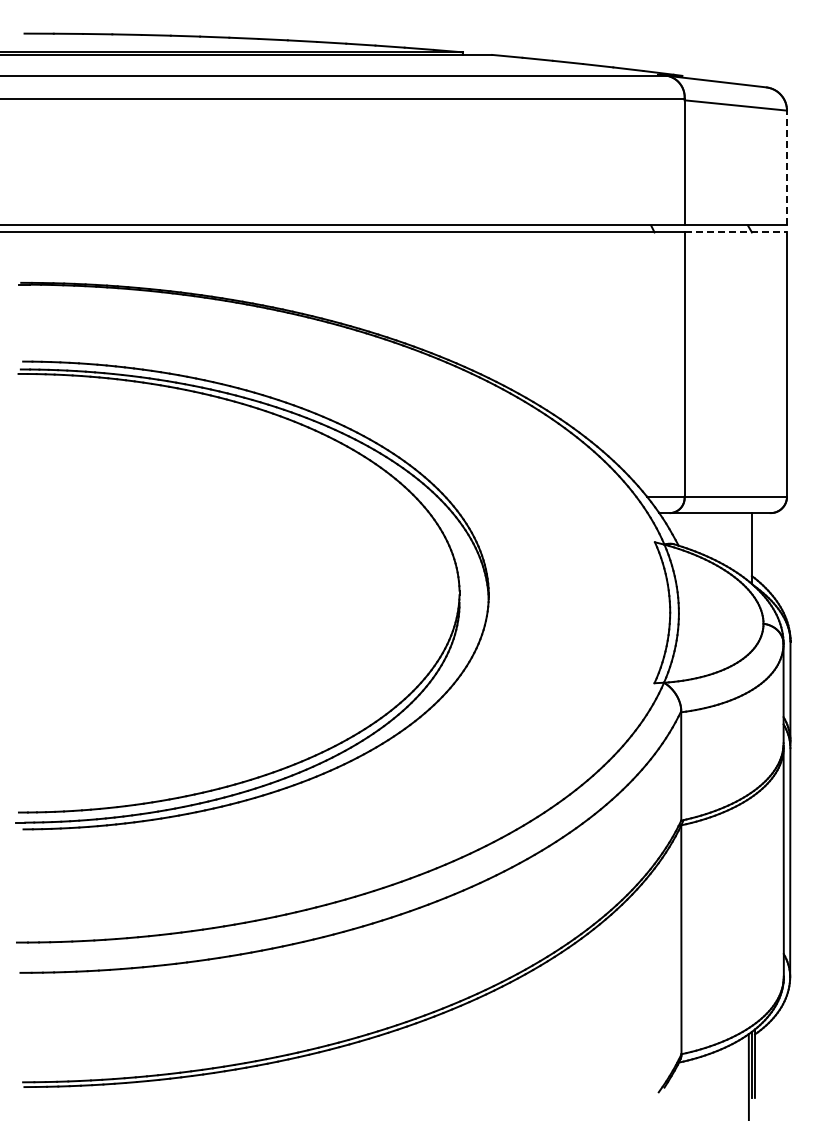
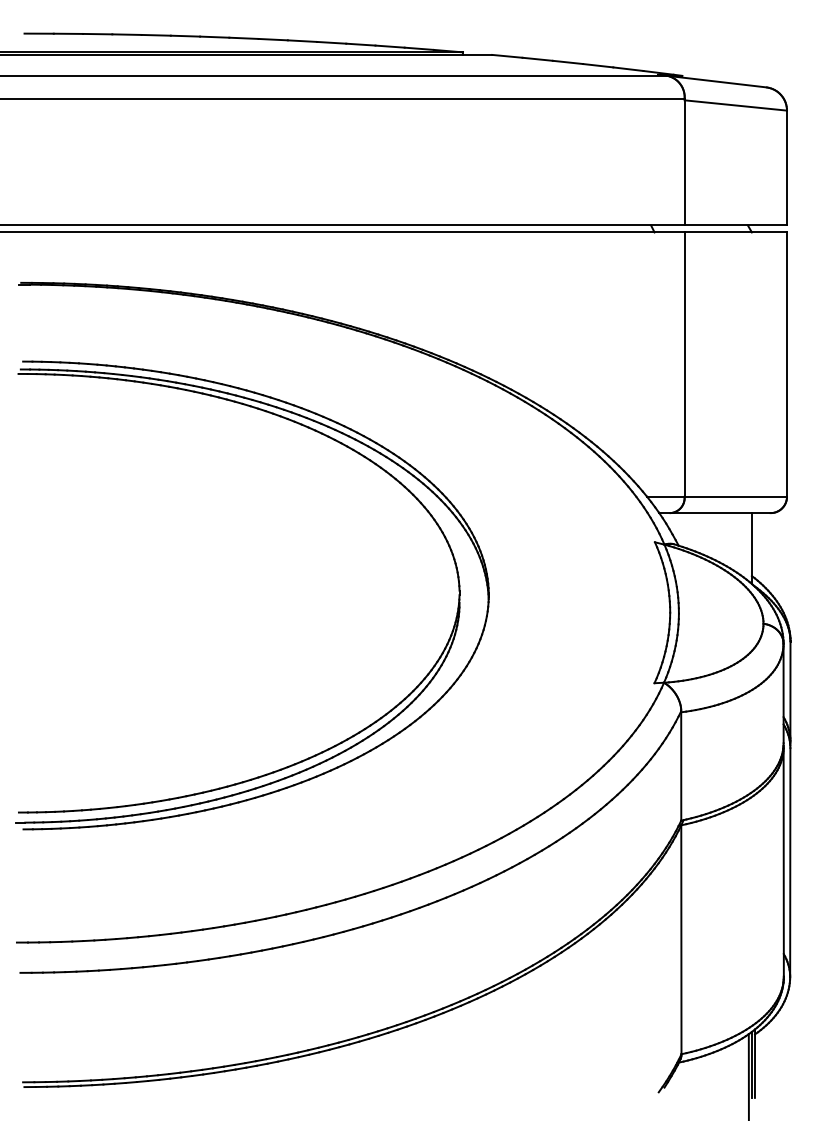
line at (787, 167): dashed -> solid
line at (736, 232): dashed -> solid
